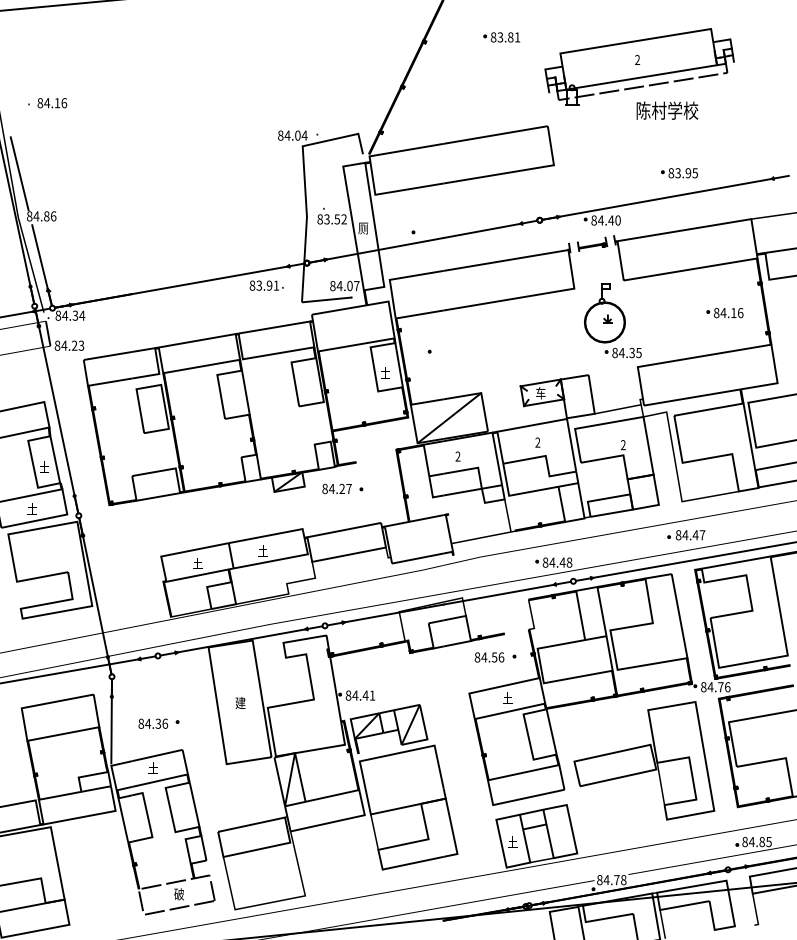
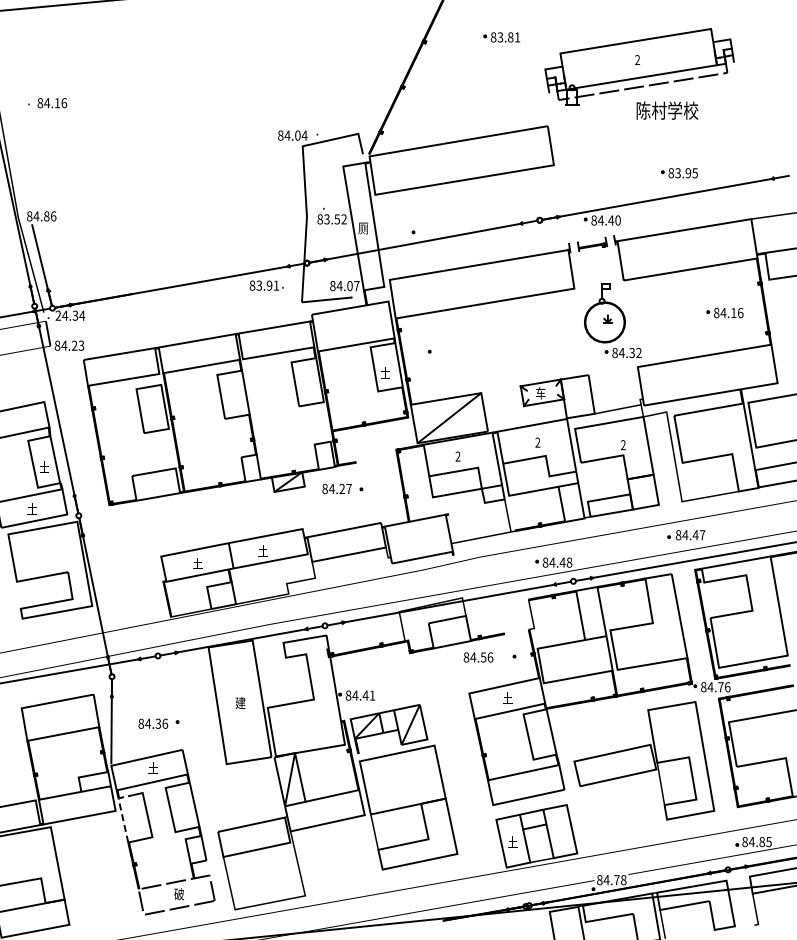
line at (19, 173): present -> none
text at (58, 315): 84.34 -> 24.34
text at (638, 352): 84.35 -> 84.32
text at (489, 657) position: (489, 657) -> (478, 657)
line at (121, 812): solid -> dashed
